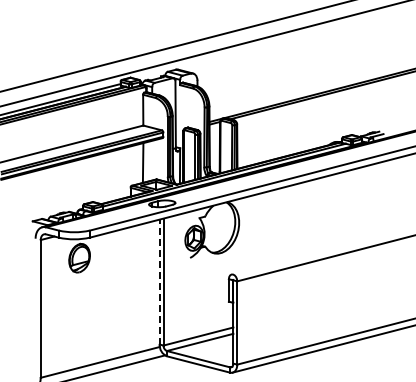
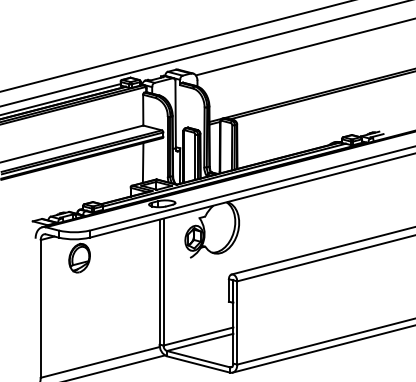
line at (303, 47): none -> present
line at (321, 250): none -> present
line at (159, 281): dashed -> solid
